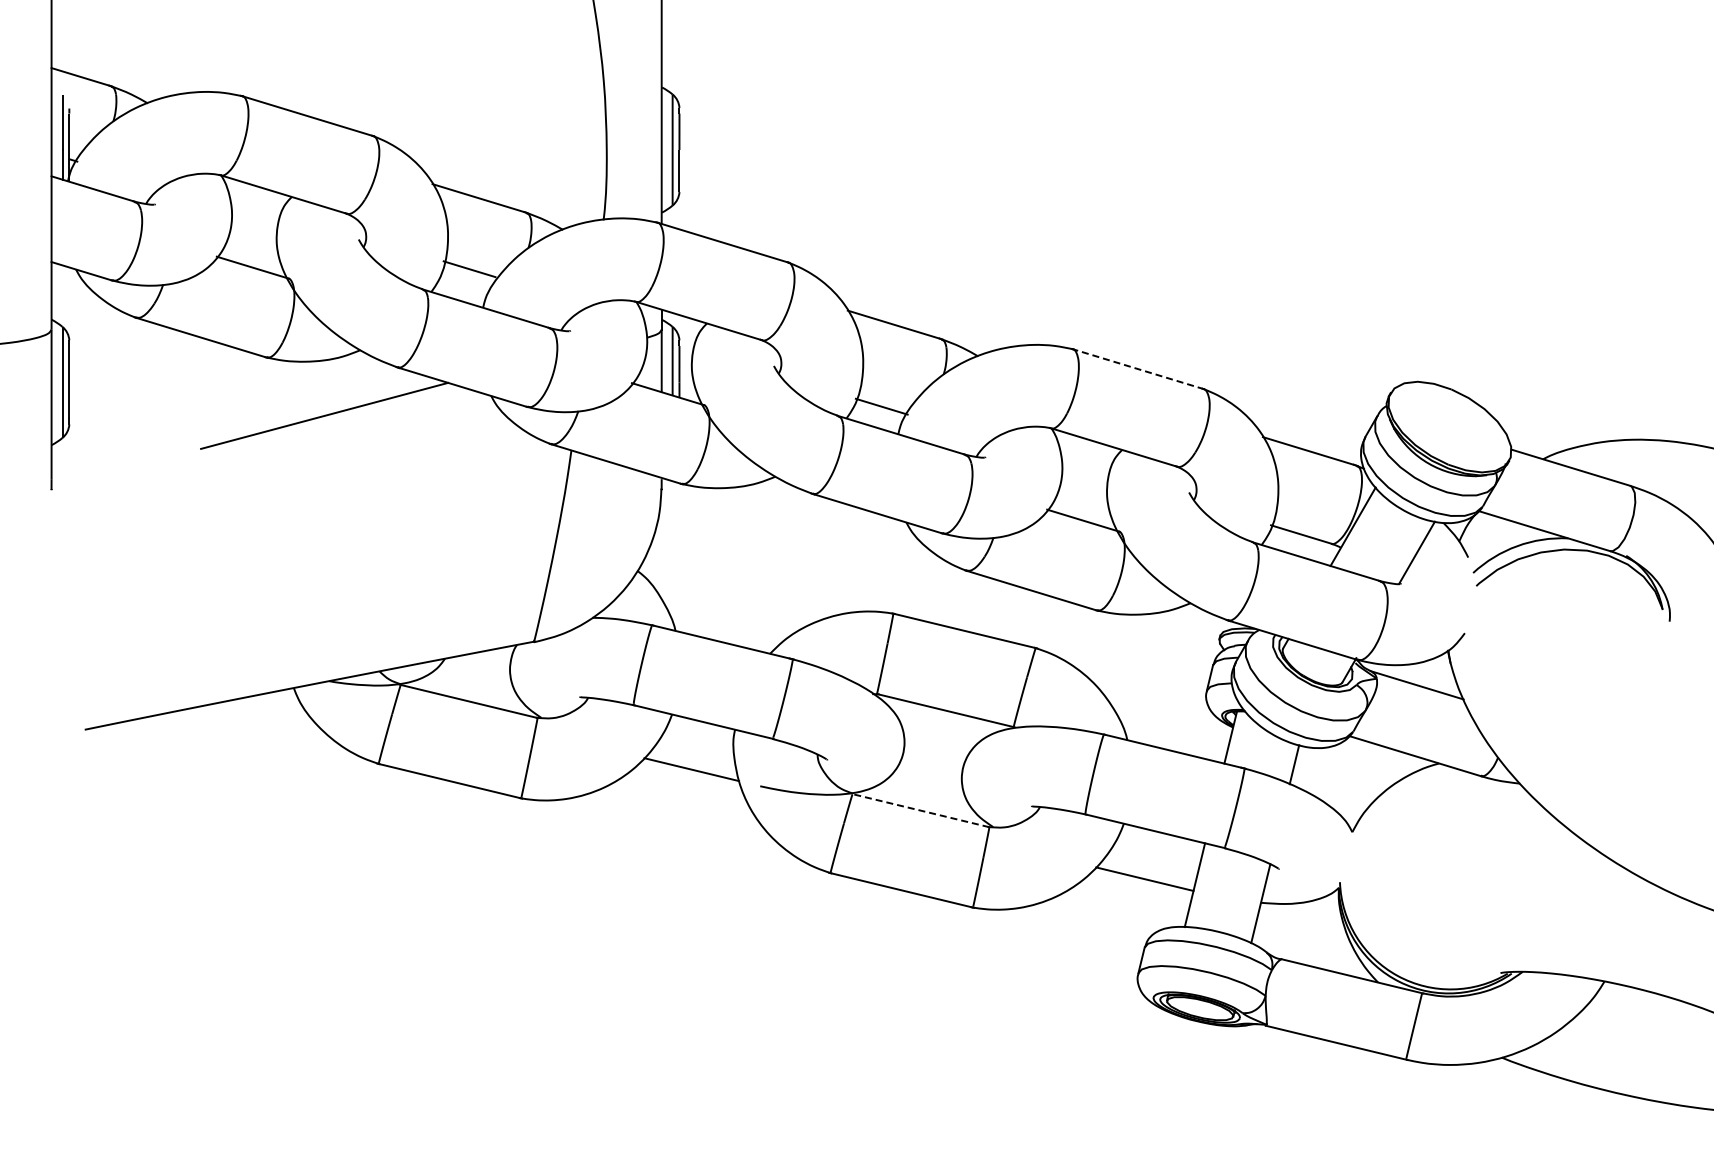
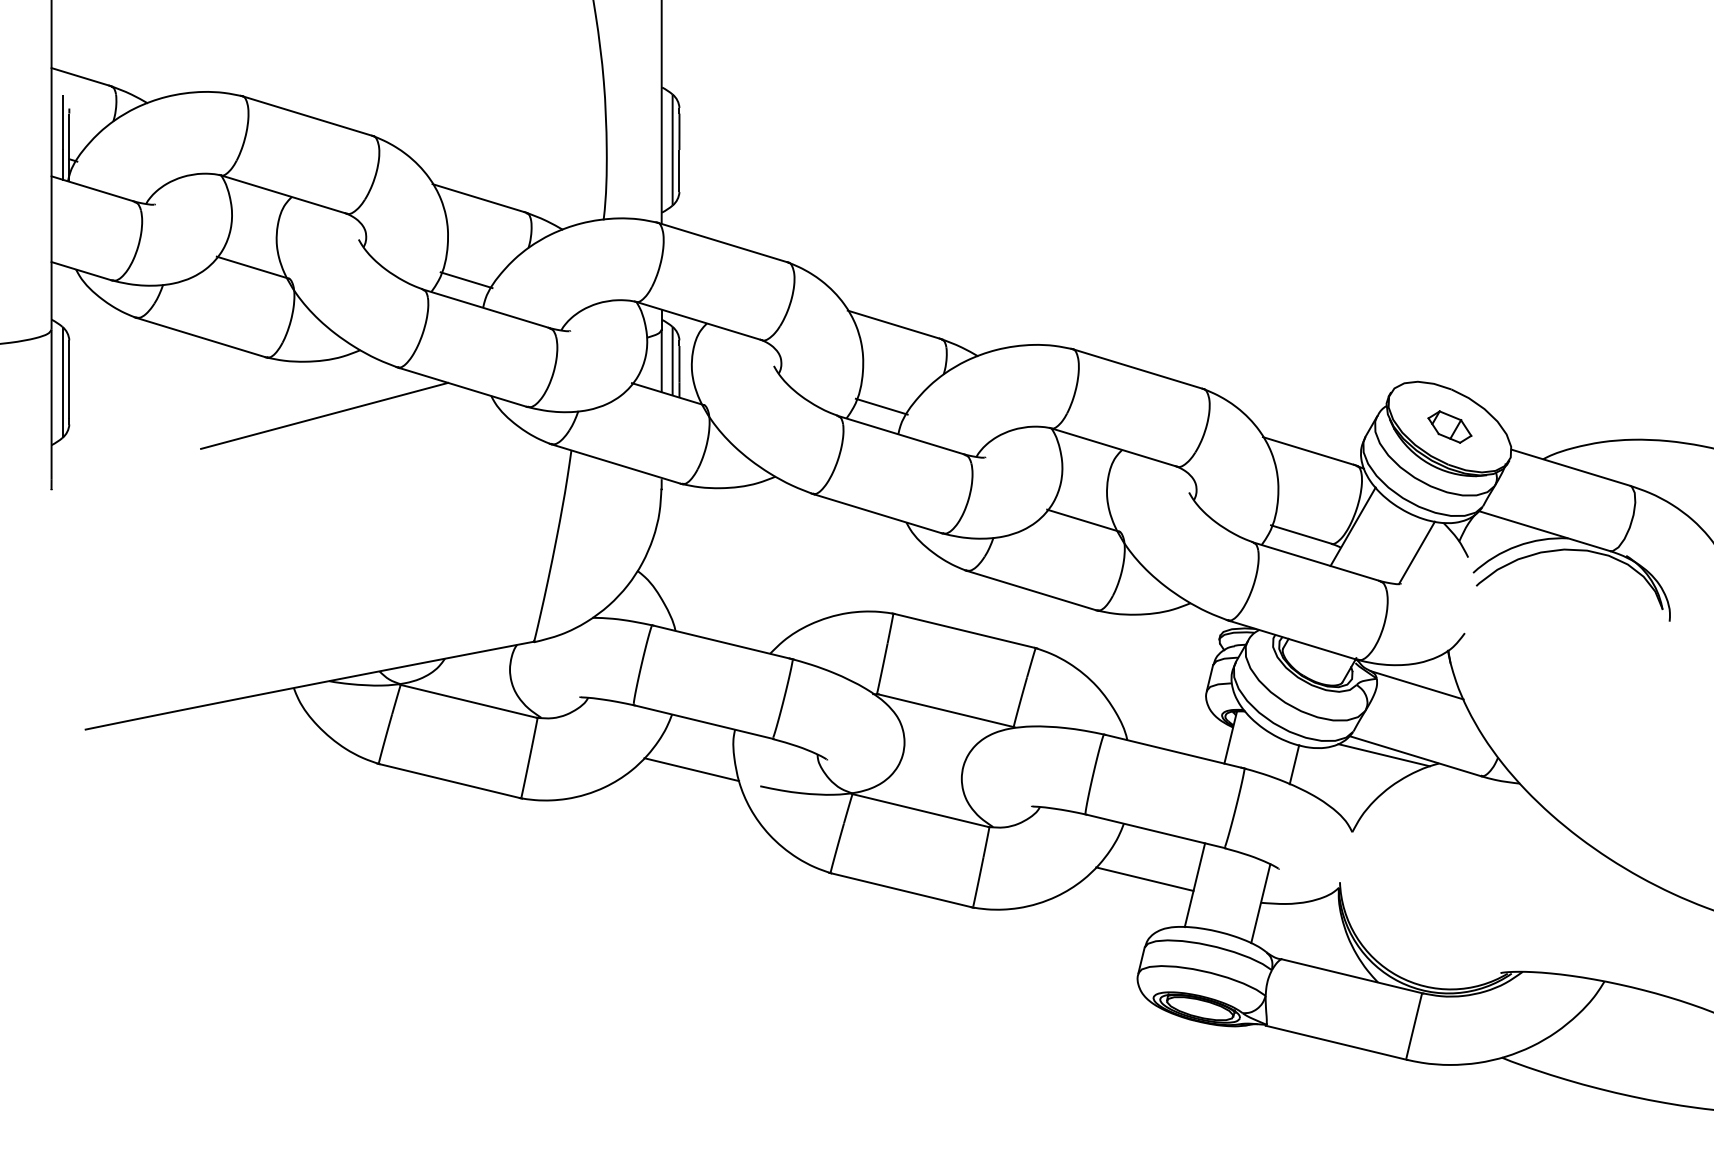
line at (469, 269) position: (469, 269) -> (466, 280)
line at (1137, 369): dashed -> solid
part at (1449, 426): none -> present
line at (1383, 755): none -> present
line at (920, 810): dashed -> solid
